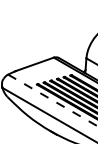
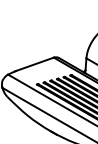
line at (53, 100): dashed -> solid
